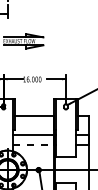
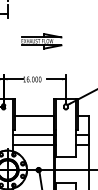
part at (23, 41) position: (23, 41) -> (41, 41)
line at (34, 144): dashed -> solid
